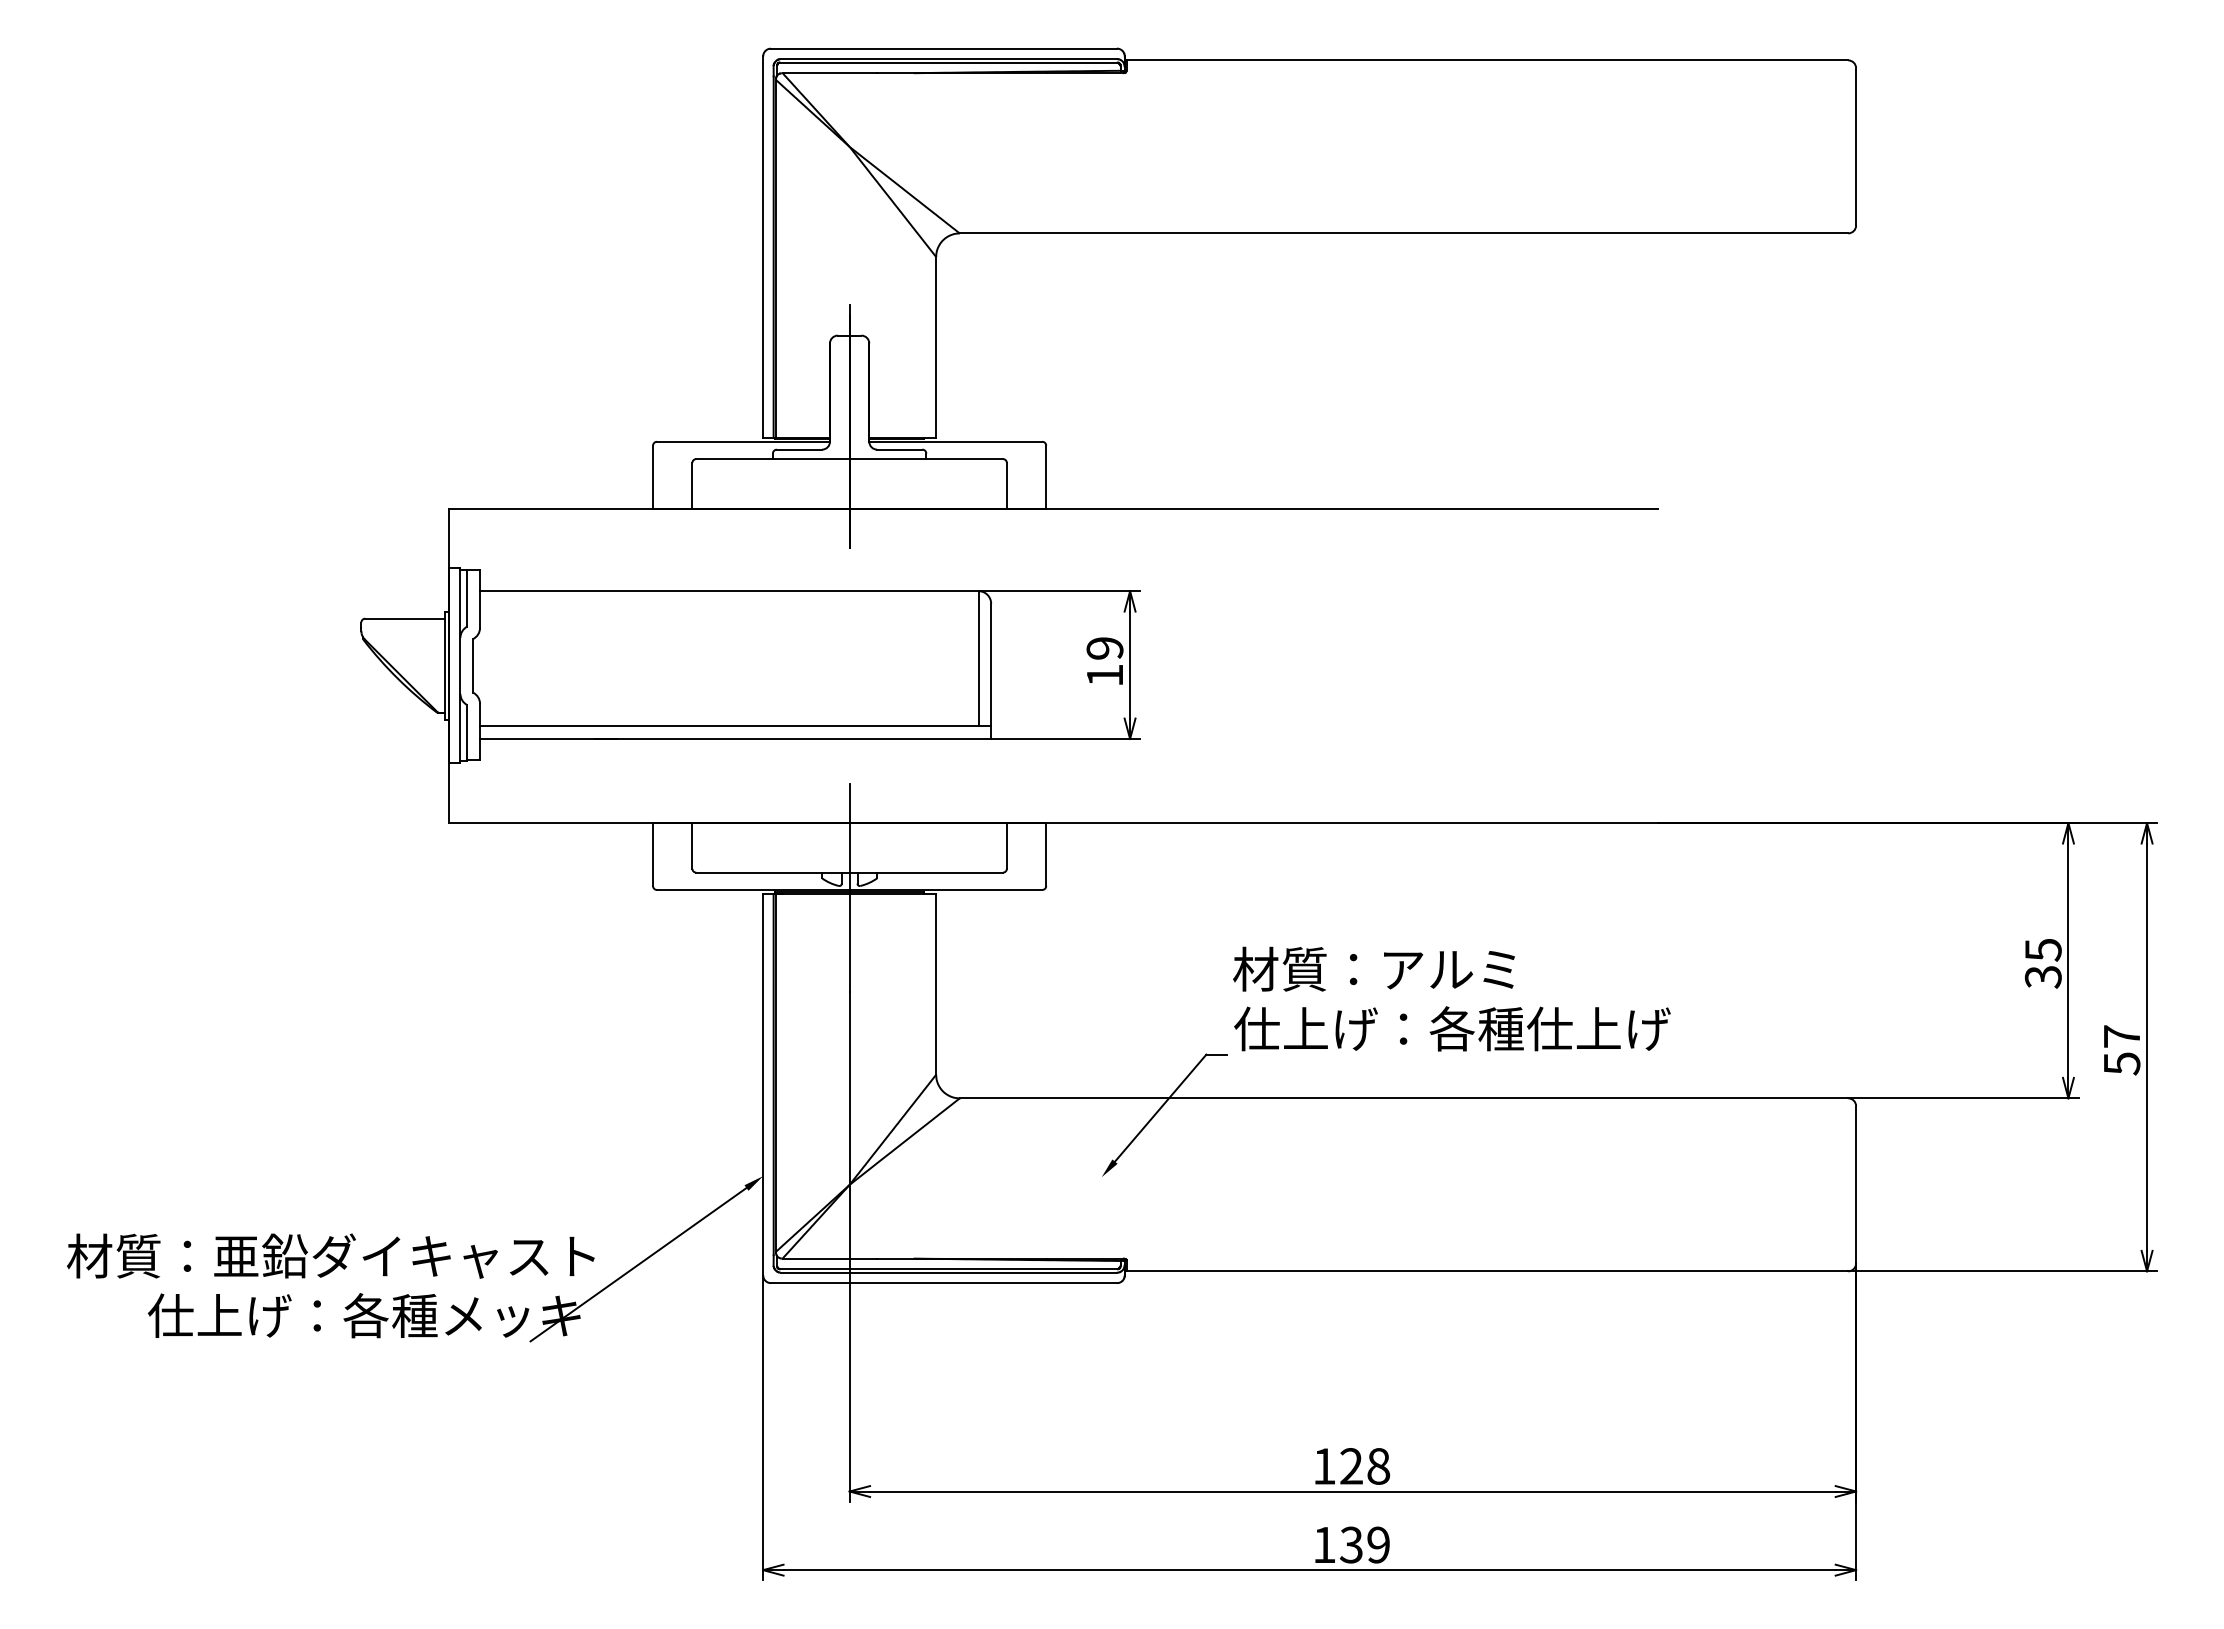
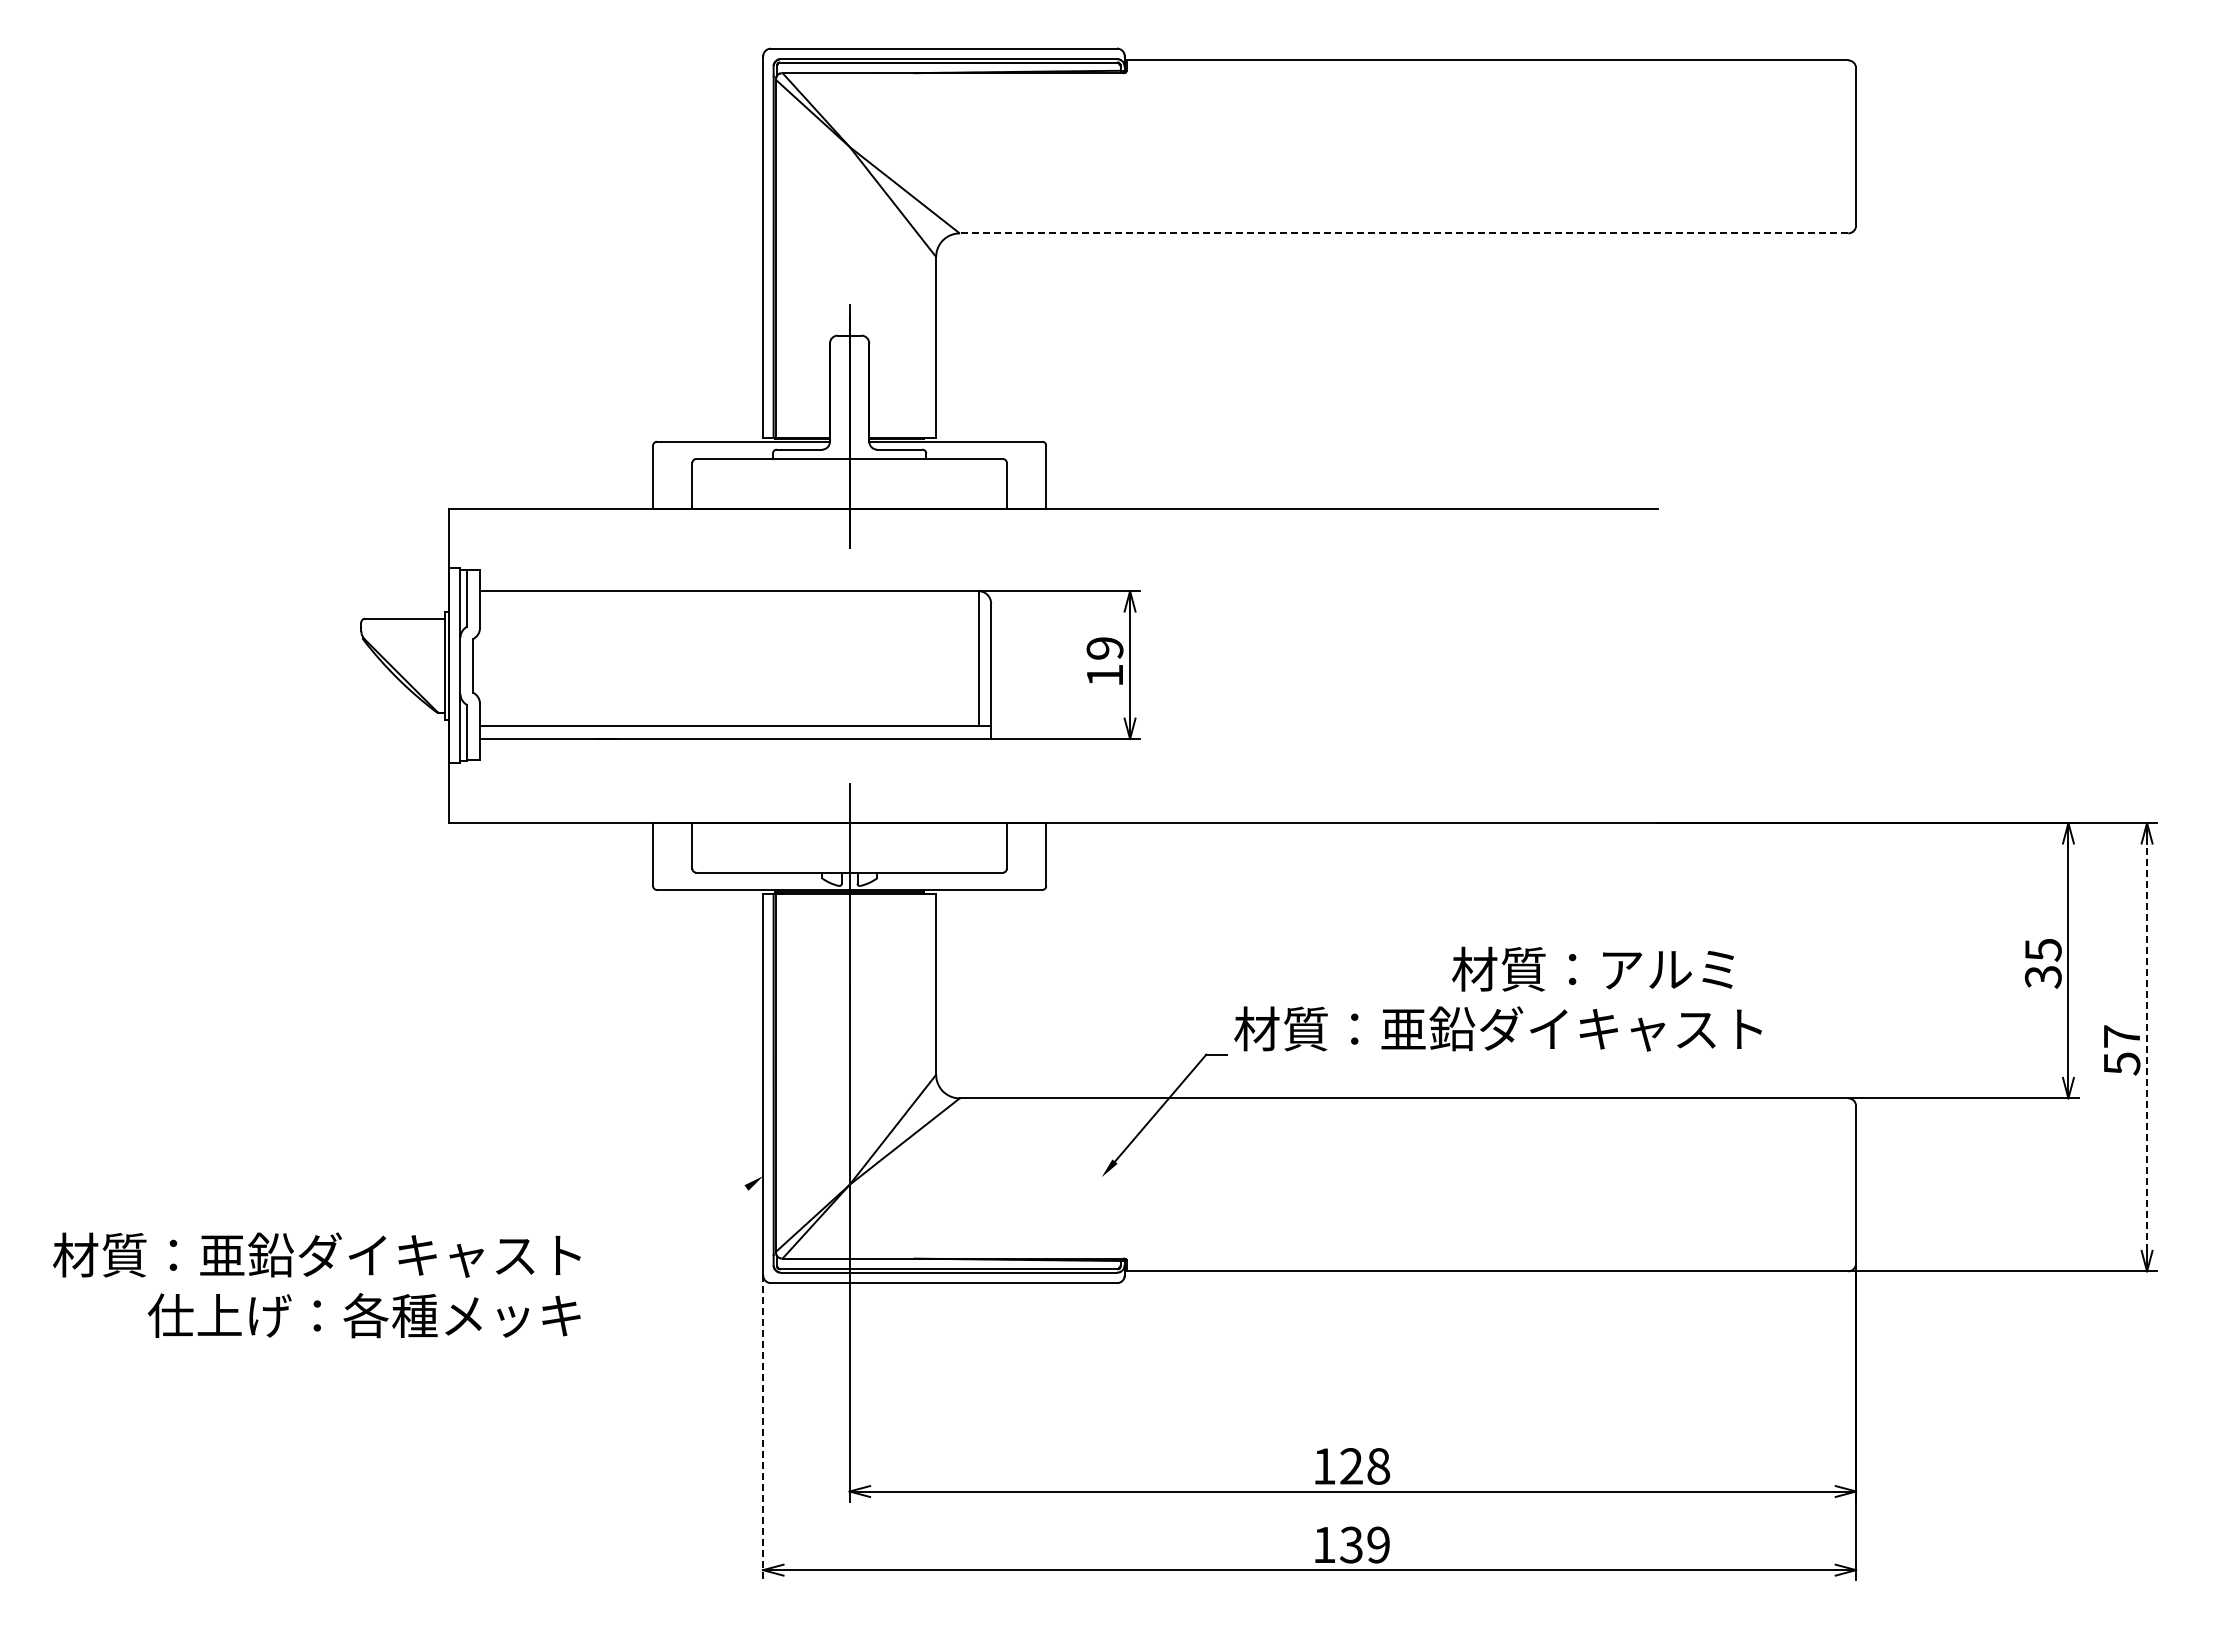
line at (1403, 233): solid -> dashed
text at (1373, 968) position: (1373, 968) -> (1592, 968)
text at (1497, 1028): 仕上げ：各種仕上げ -> 材質：亜鉛ダイキャスト
line at (2147, 1047): solid -> dashed
text at (330, 1255) position: (330, 1255) -> (316, 1254)
line at (638, 1264): present -> none
line at (763, 1427): solid -> dashed
